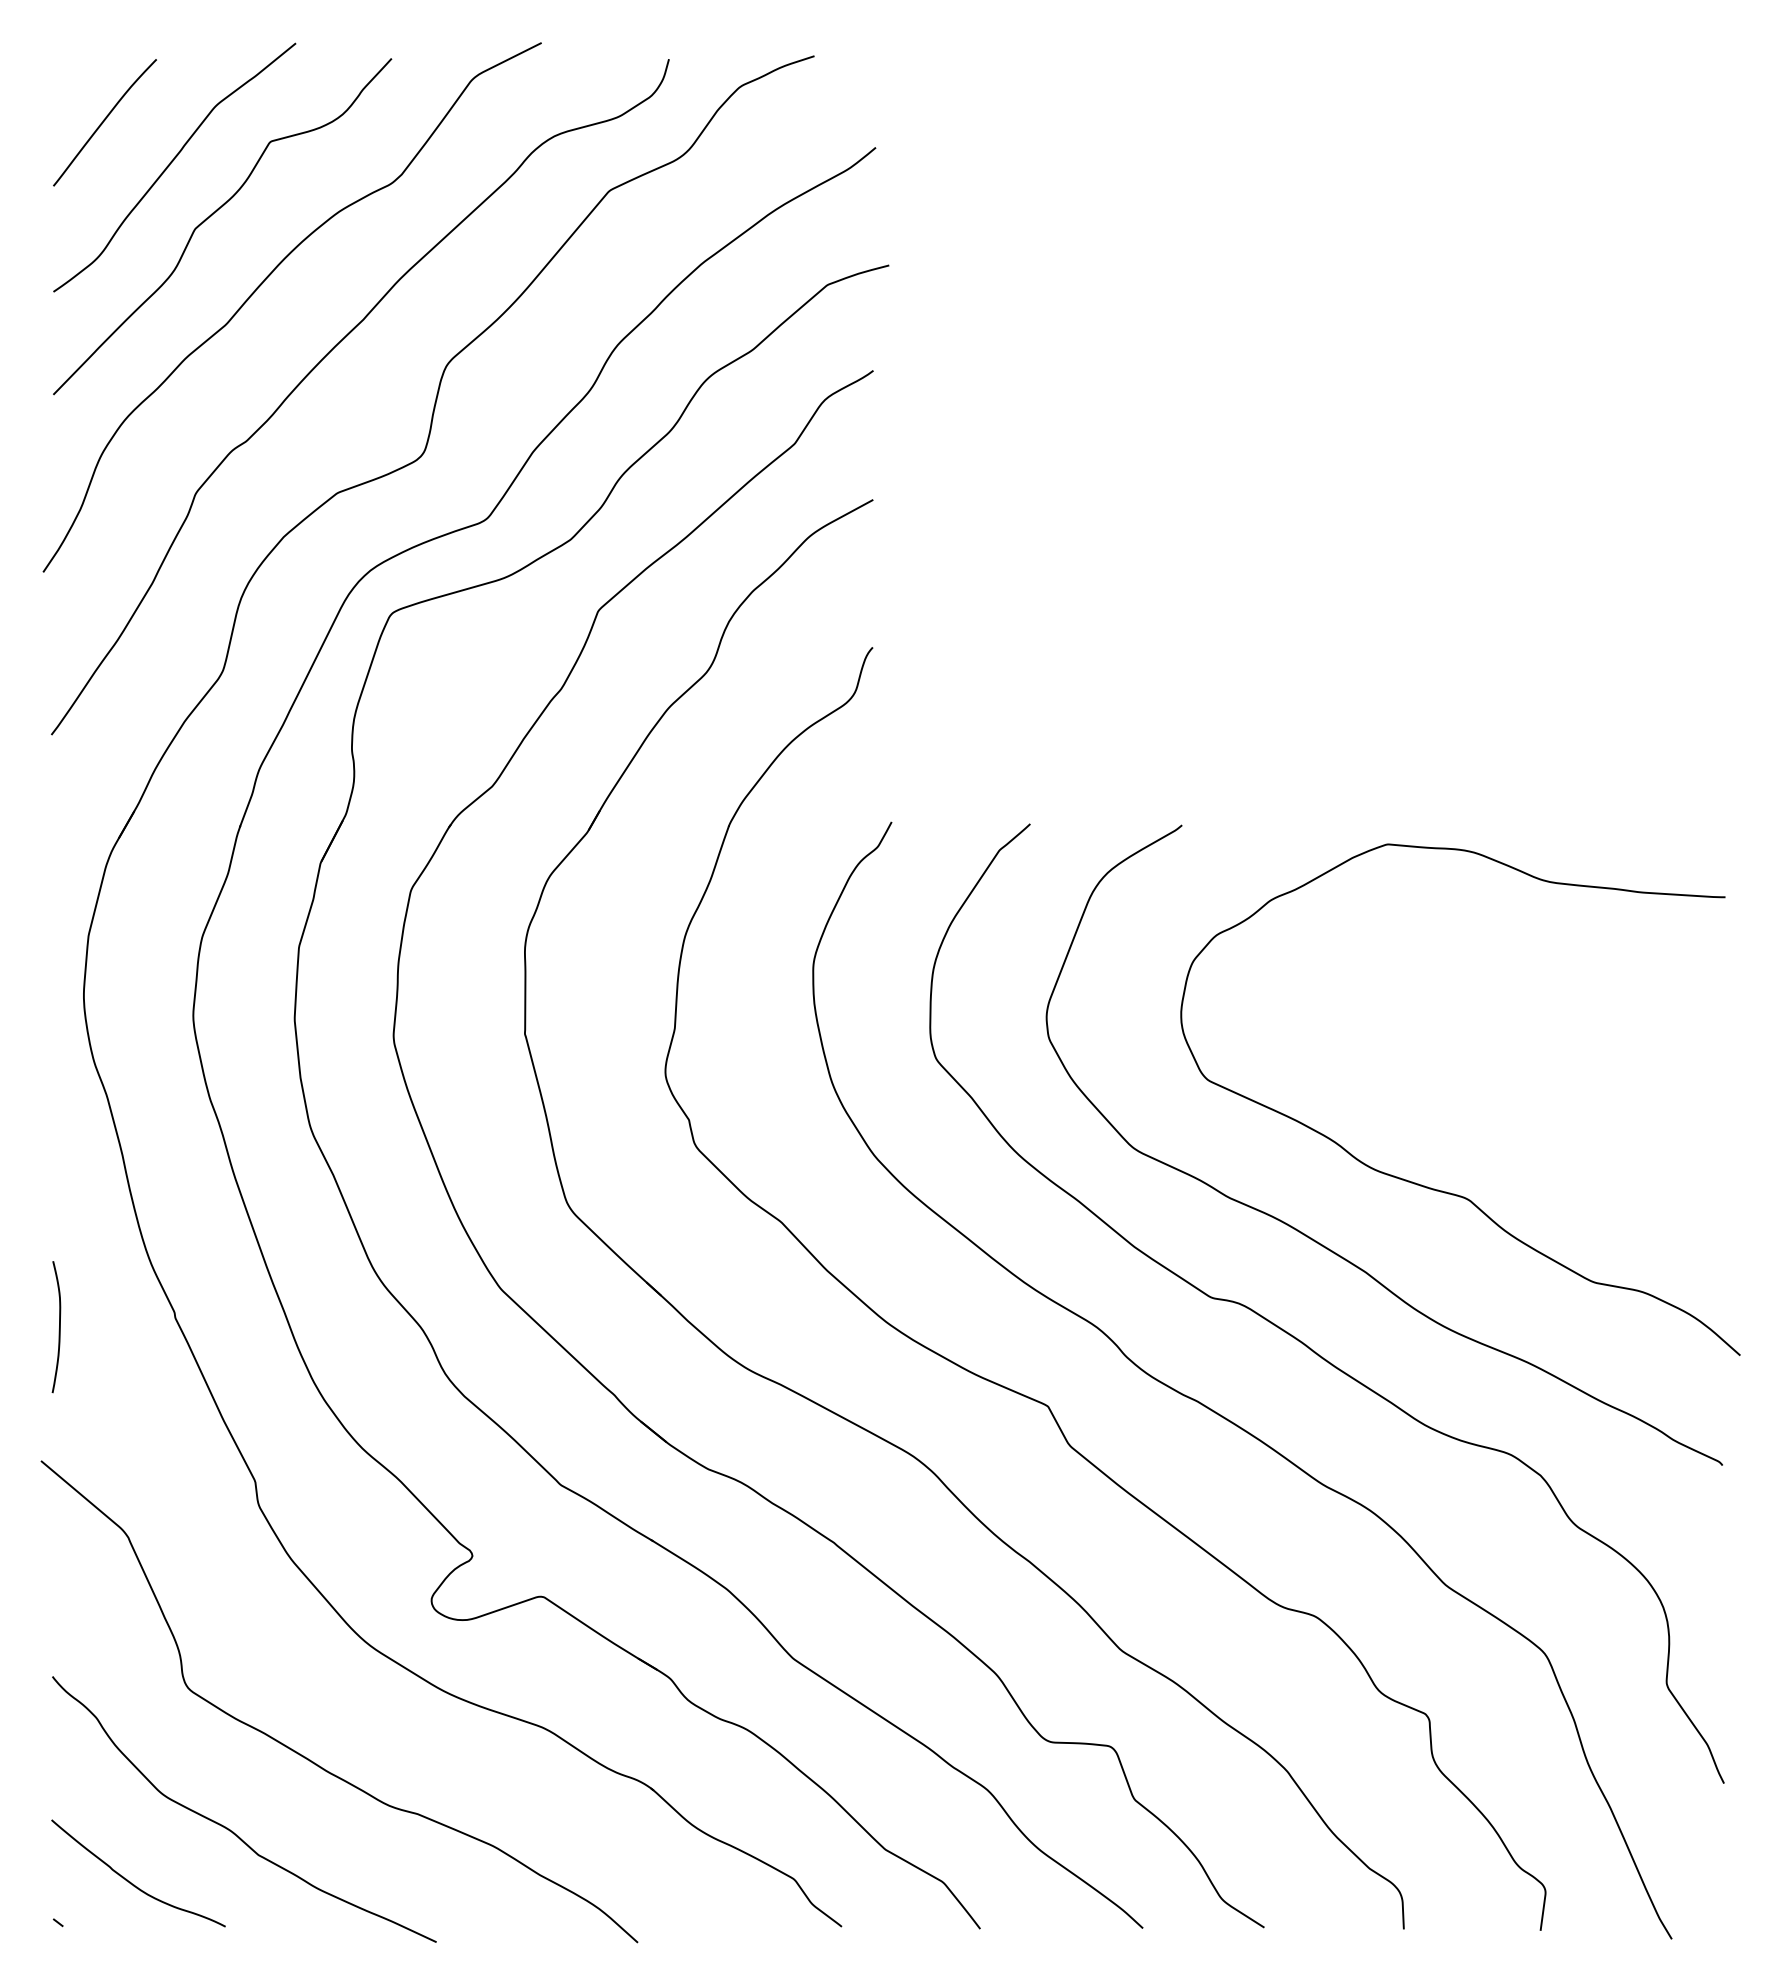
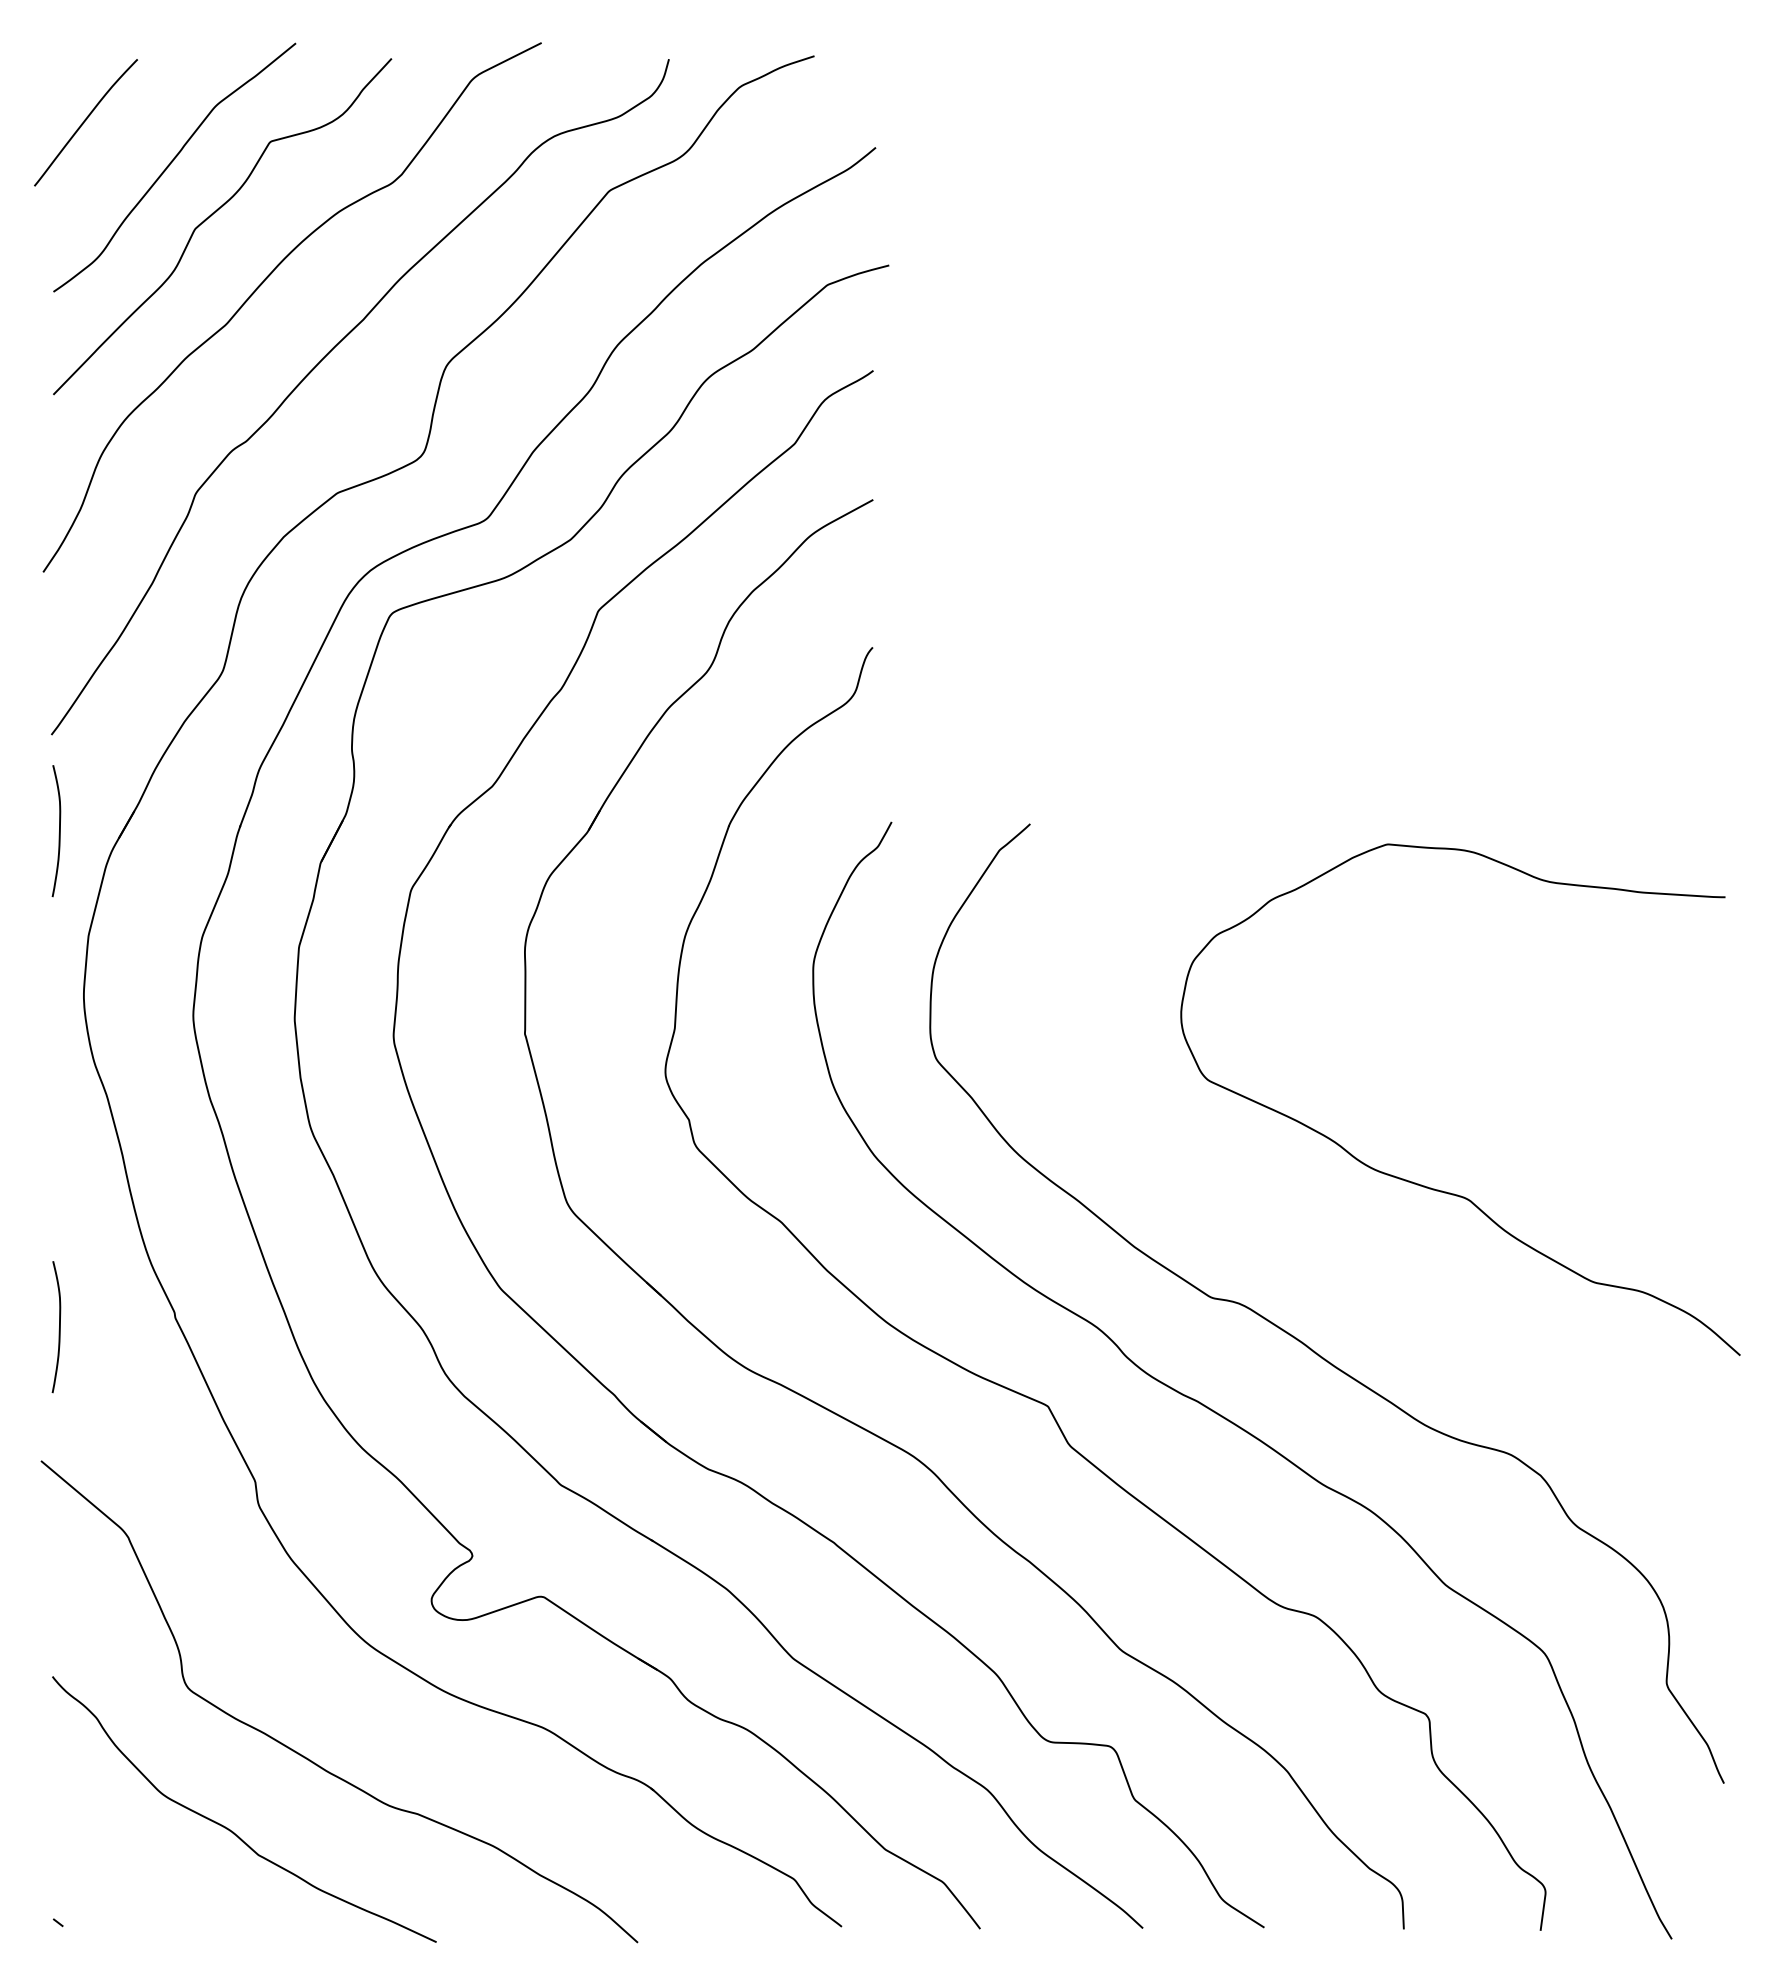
curve at (104, 121) position: (104, 121) -> (85, 121)
curve at (59, 831): none -> present
curve at (1321, 1243): present -> none
curve at (130, 1881): present -> none
